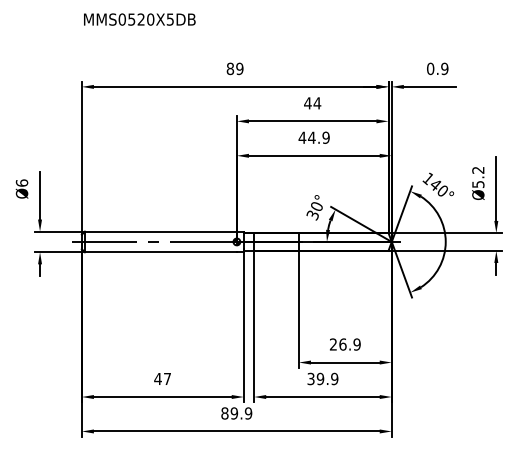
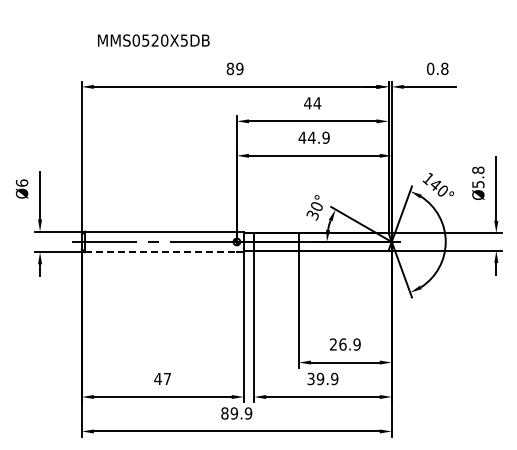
text at (139, 19) position: (139, 19) -> (153, 40)
text at (444, 69): 0.9 -> 0.8
text at (478, 169): Ø5.2 -> Ø5.8
line at (160, 252): solid -> dashed
